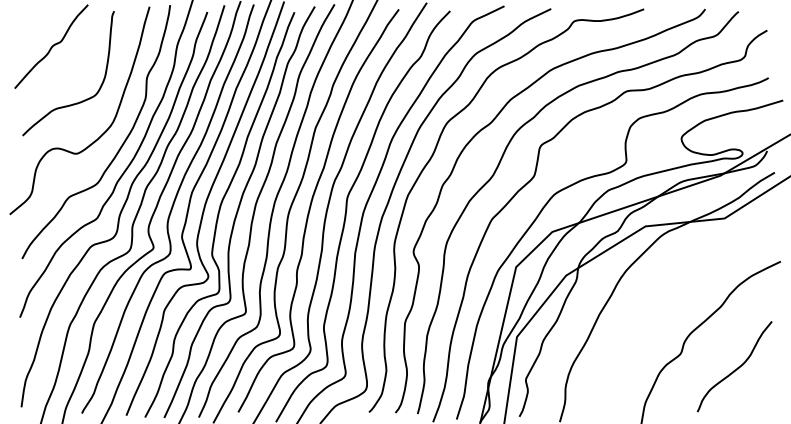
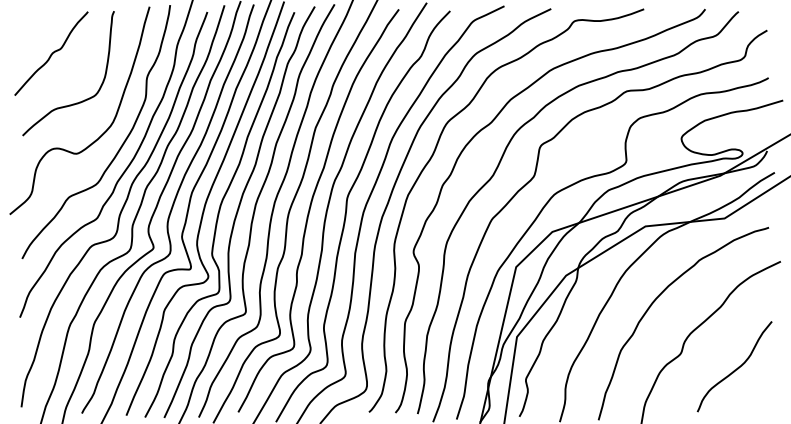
curve at (51, 46) position: (51, 46) -> (51, 53)
curve at (655, 301): none -> present
